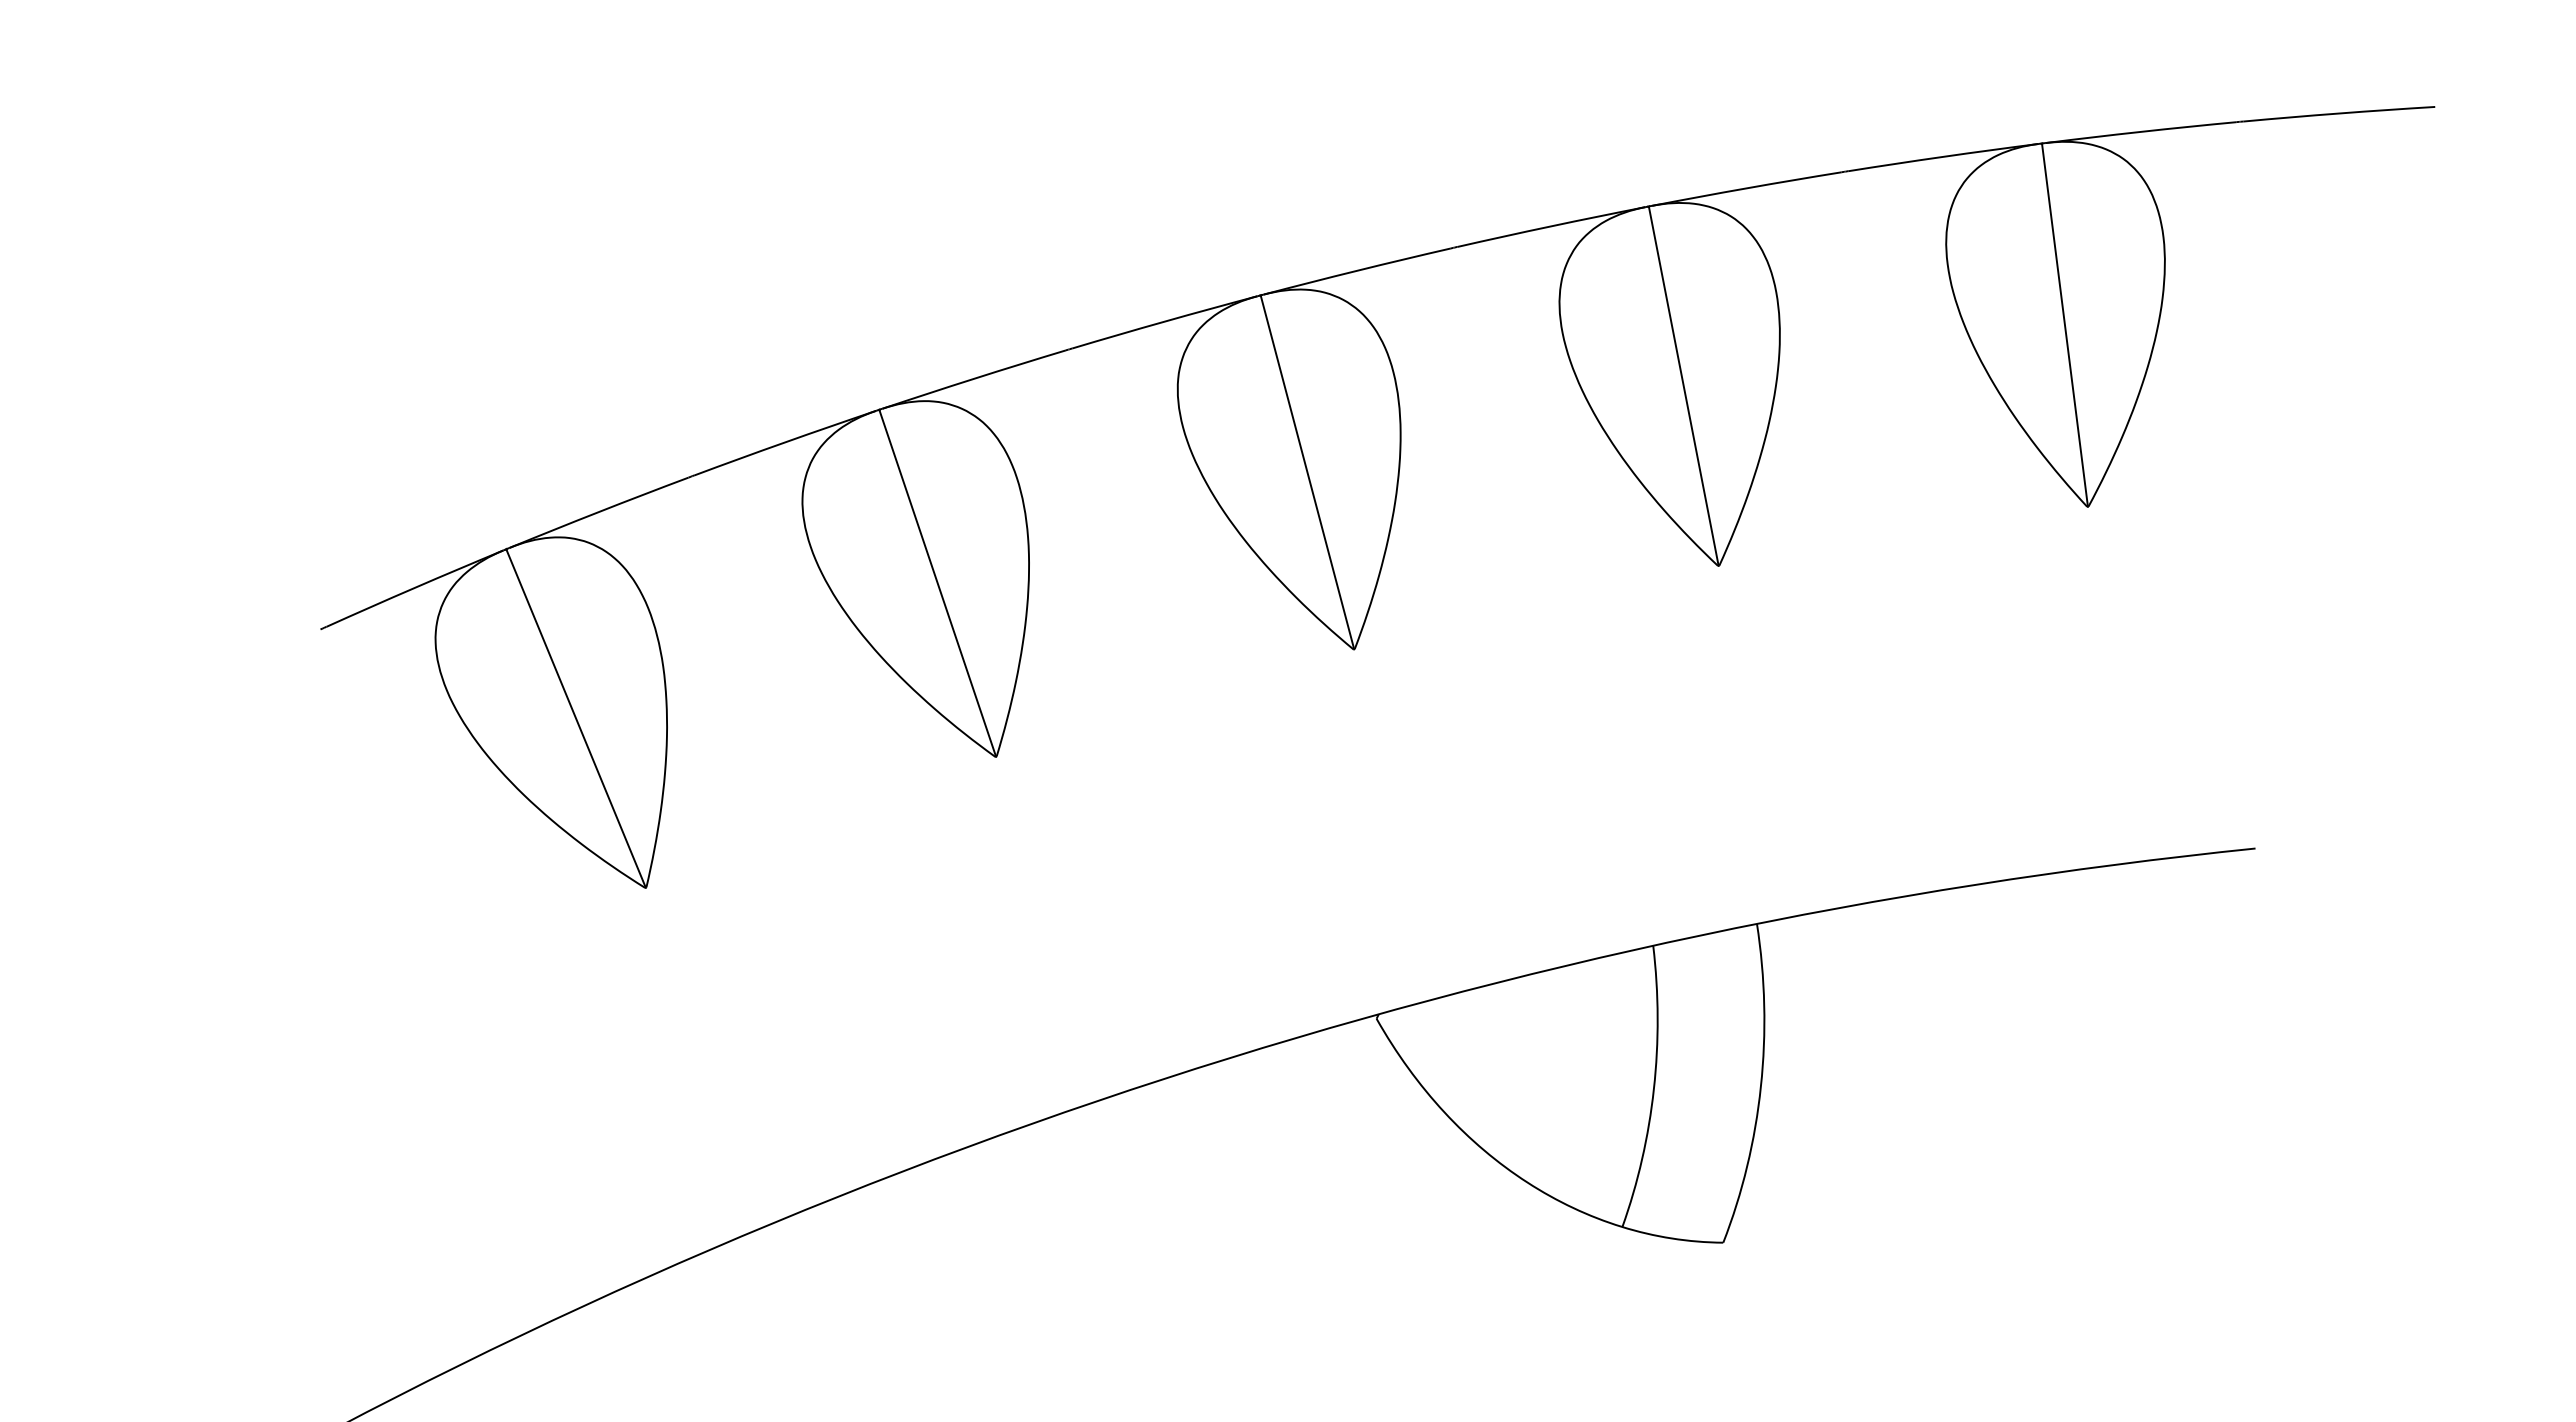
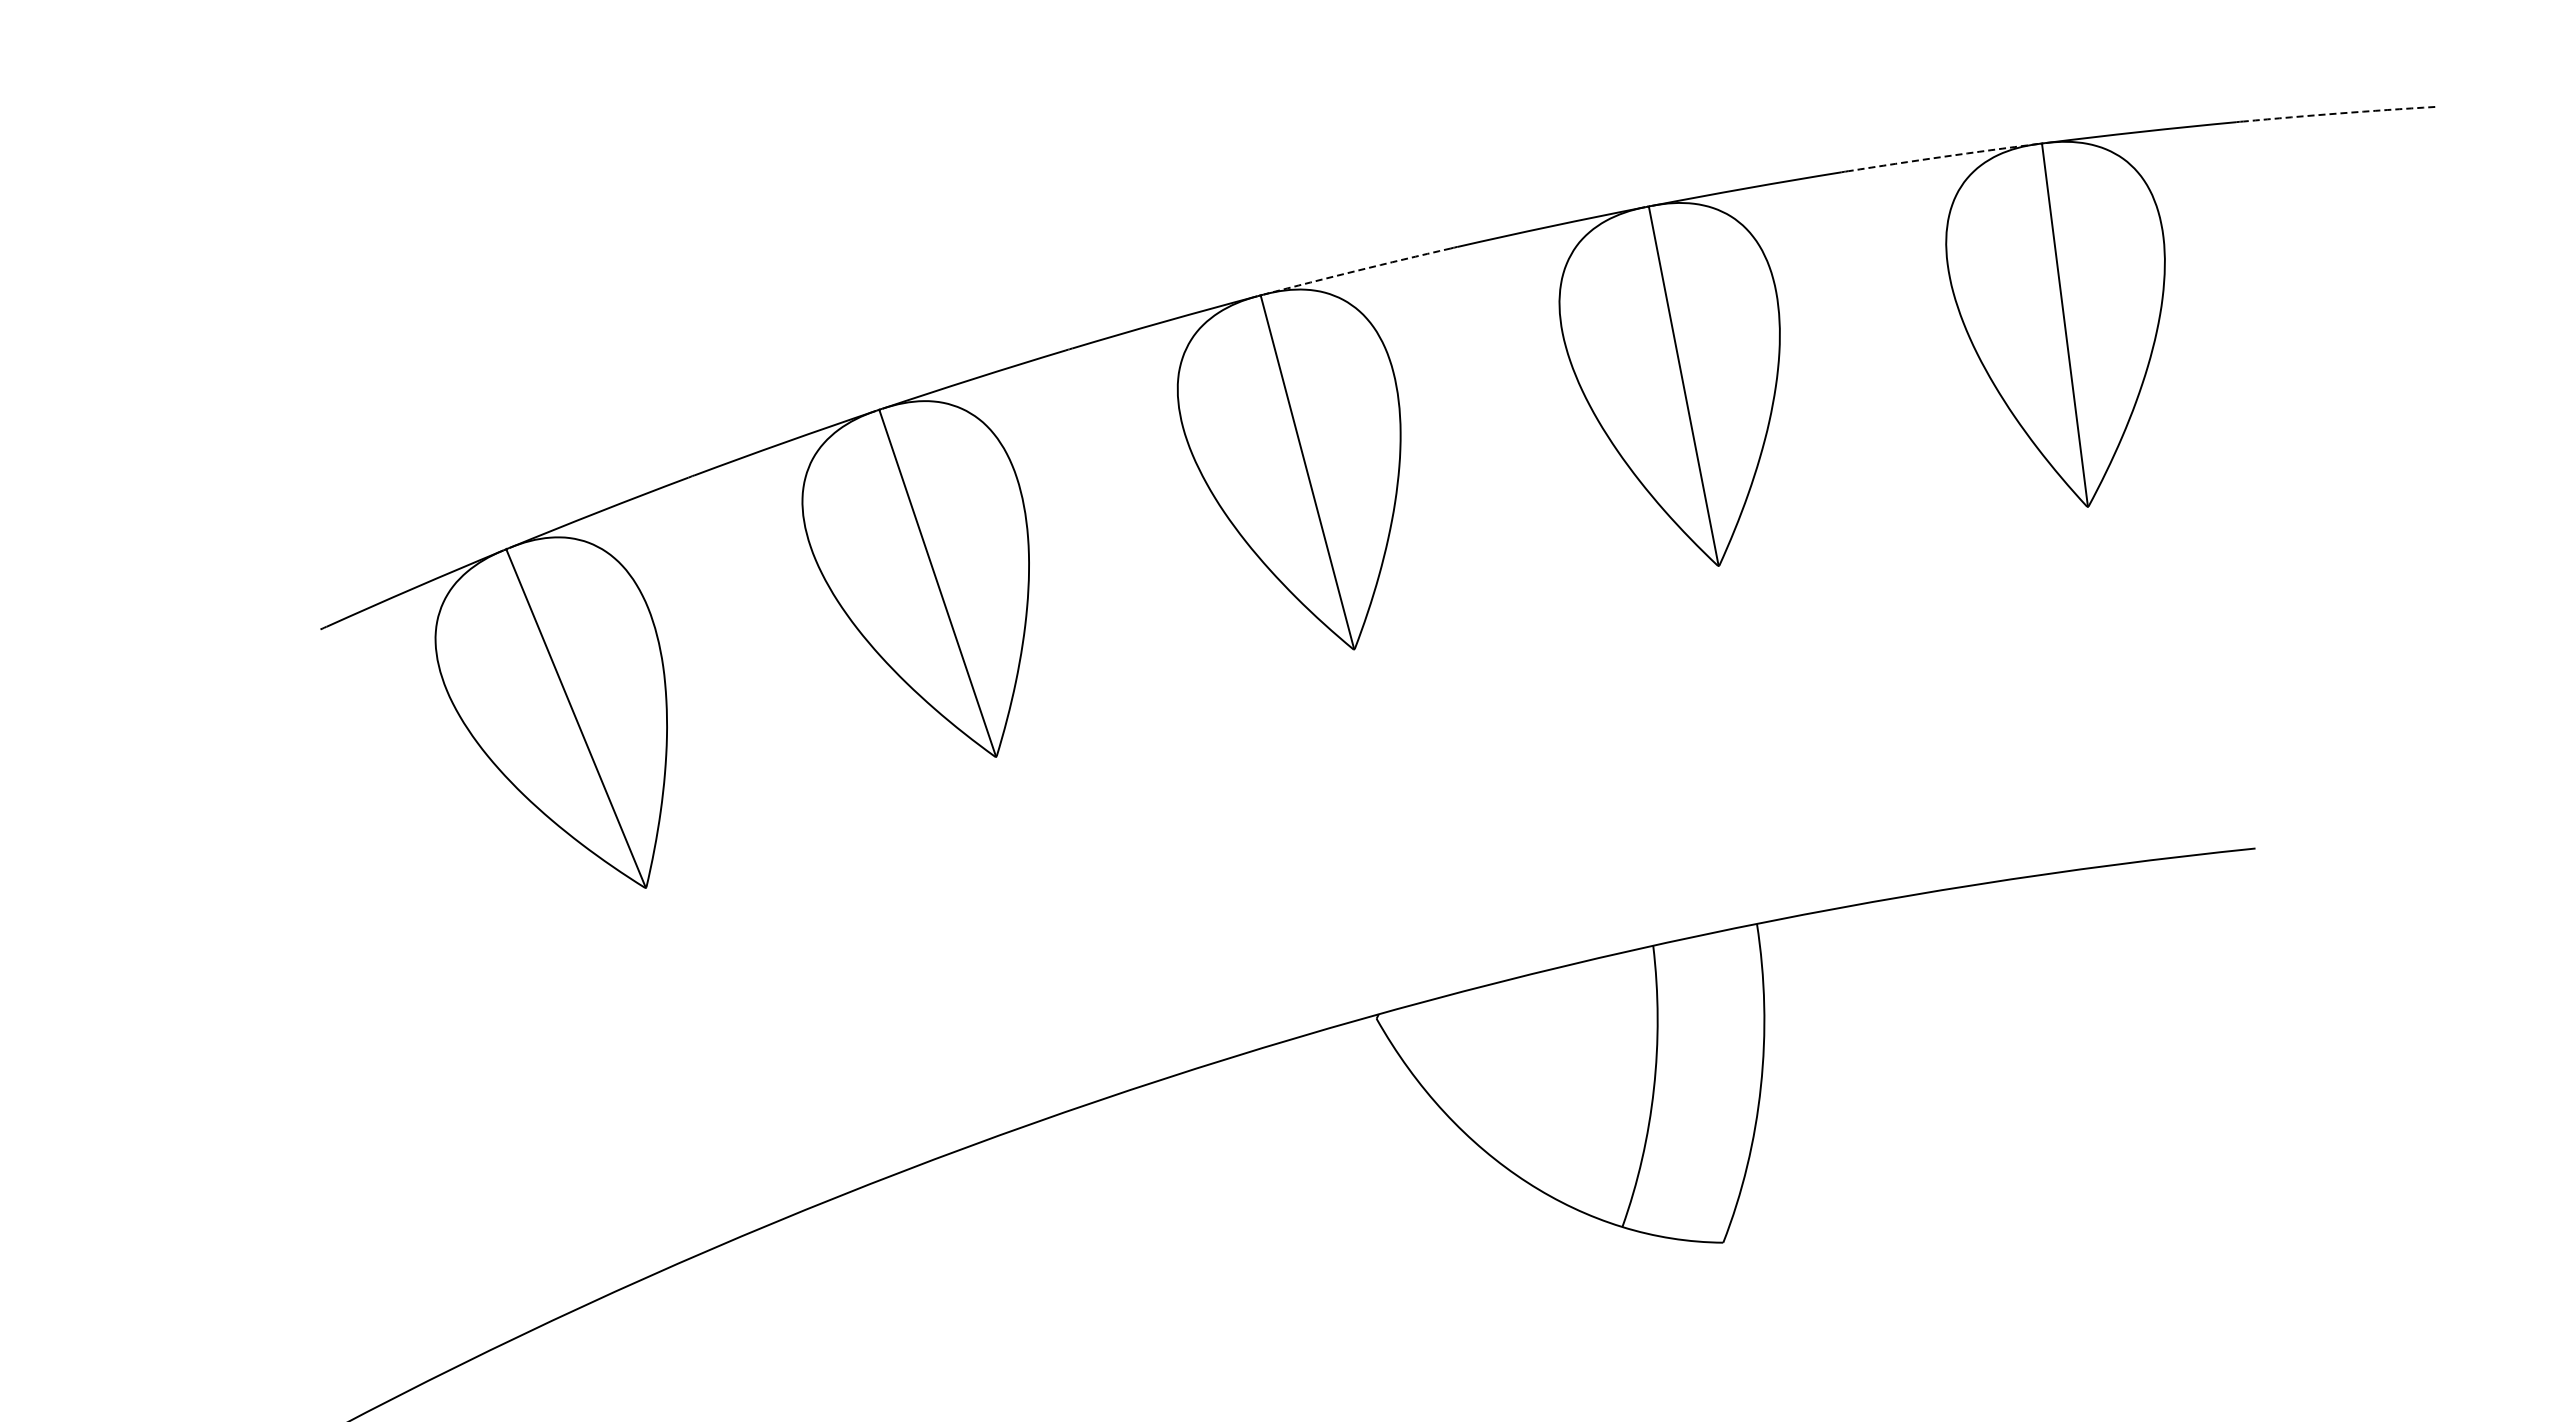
arc at (2339, 113): solid -> dashed
arc at (1943, 156): solid -> dashed
arc at (1357, 270): solid -> dashed
